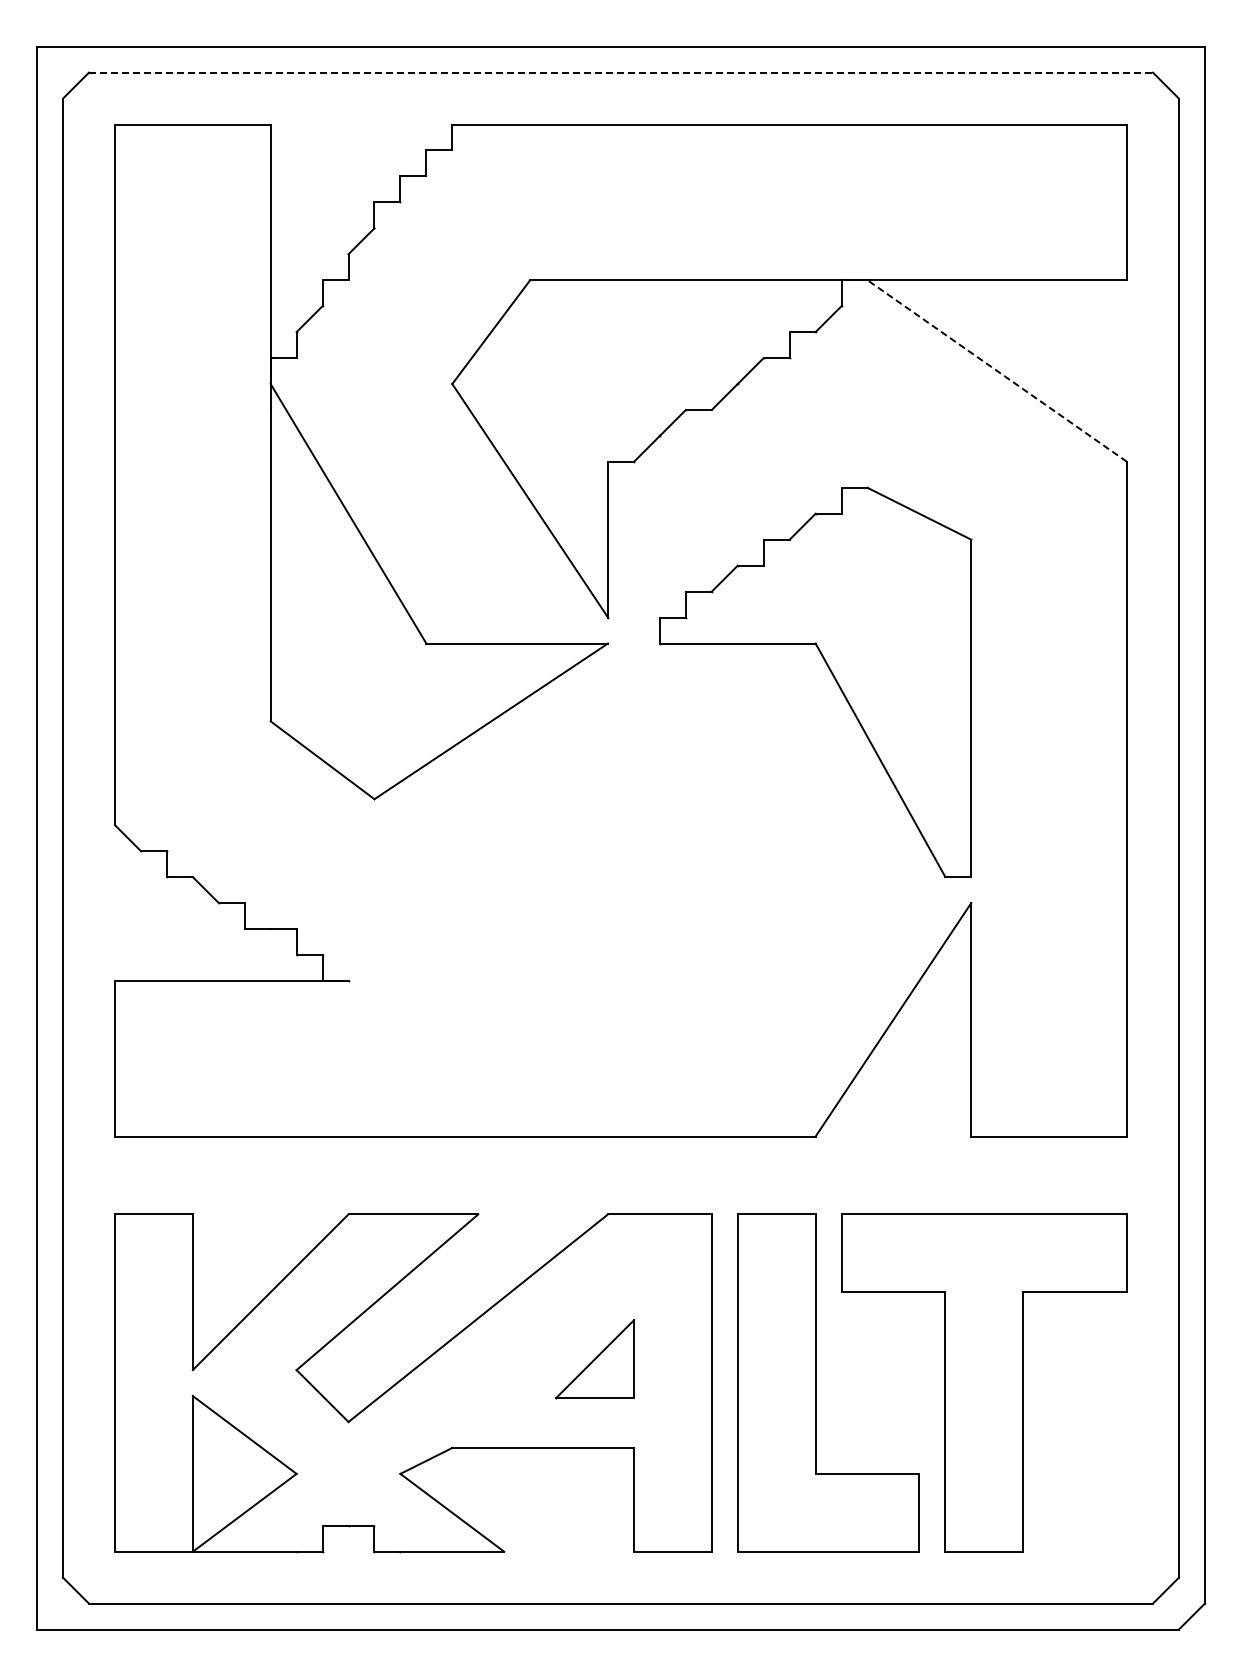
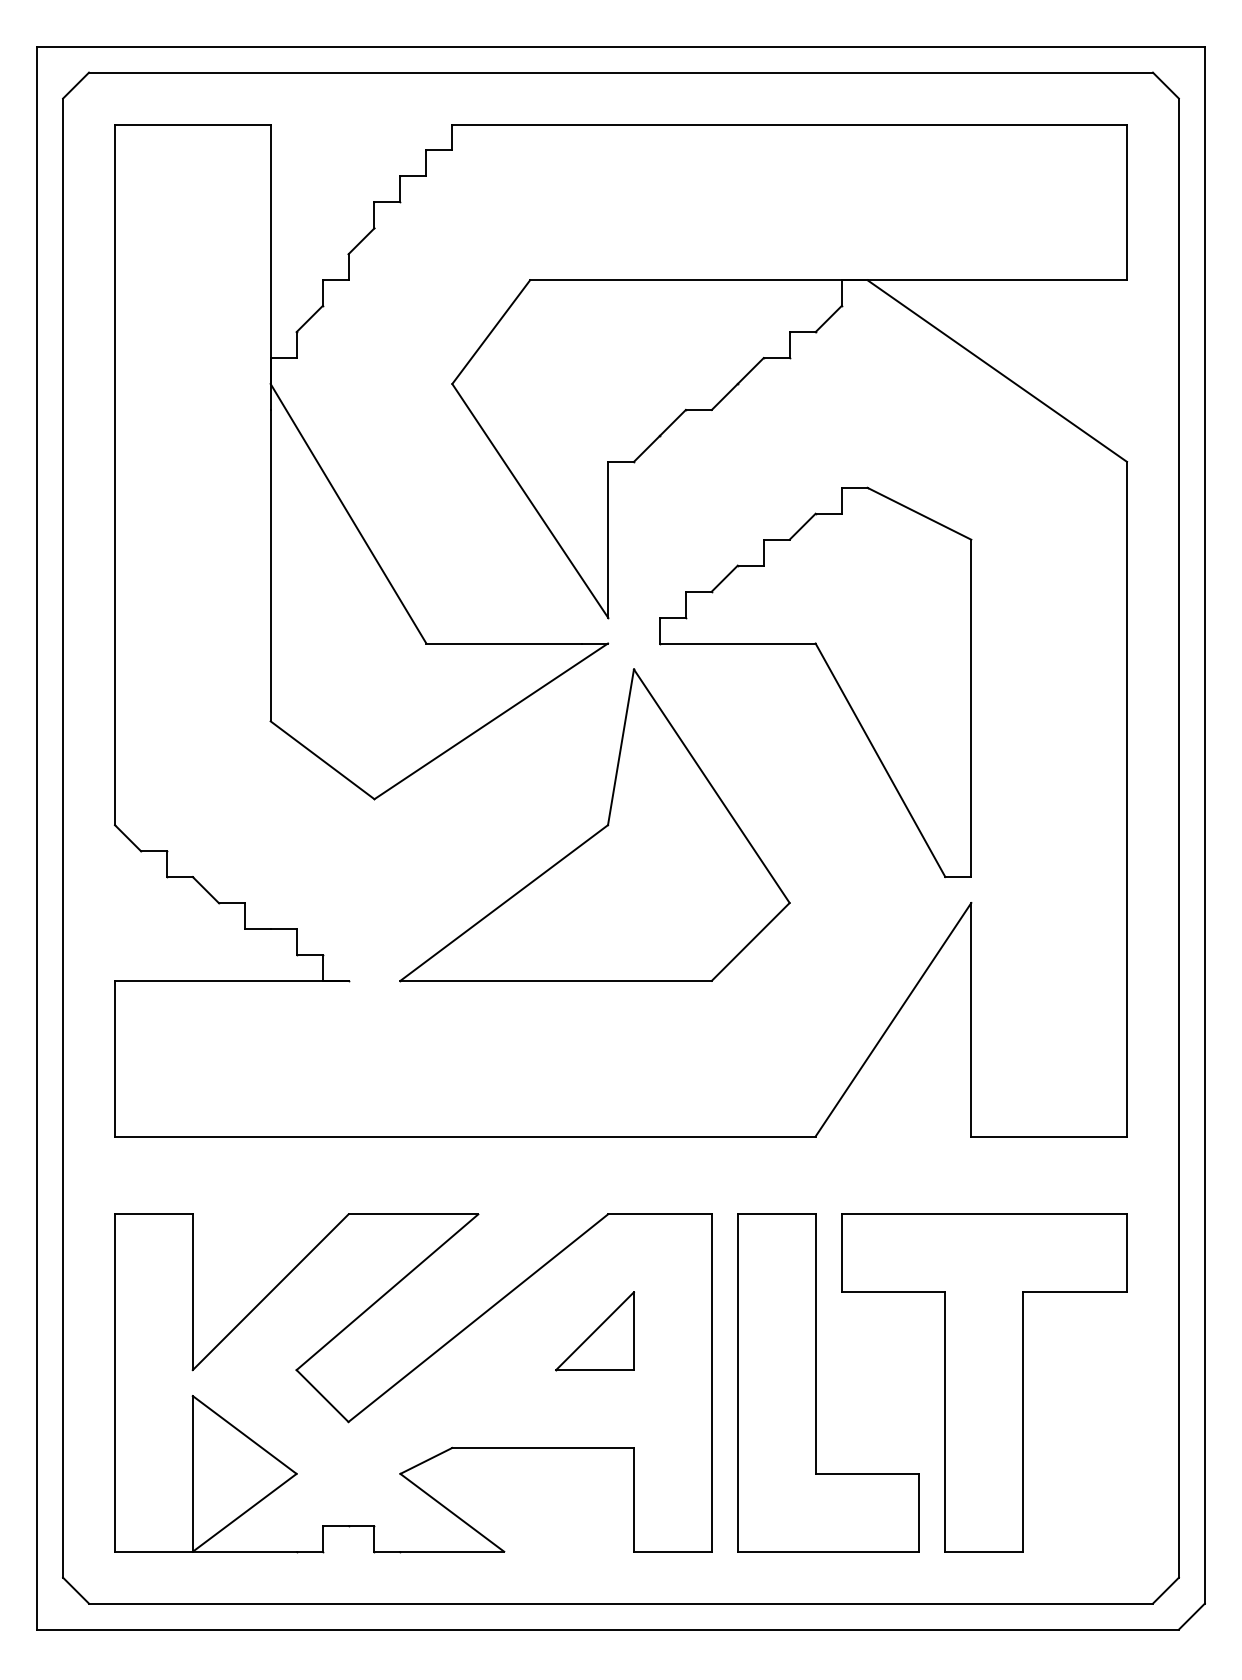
line at (621, 72): dashed -> solid
line at (996, 370): dashed -> solid
part at (597, 831): none -> present
part at (594, 1359) position: (594, 1359) -> (594, 1331)
